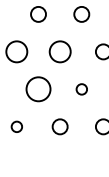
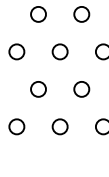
circle at (16, 51) size: 24x24 px -> 18x18 px
circle at (59, 51) size: 24x24 px -> 18x18 px
circle at (38, 89) size: 27x27 px -> 17x17 px
circle at (81, 89) size: 13x13 px -> 18x17 px
circle at (16, 126) size: 13x13 px -> 18x18 px
